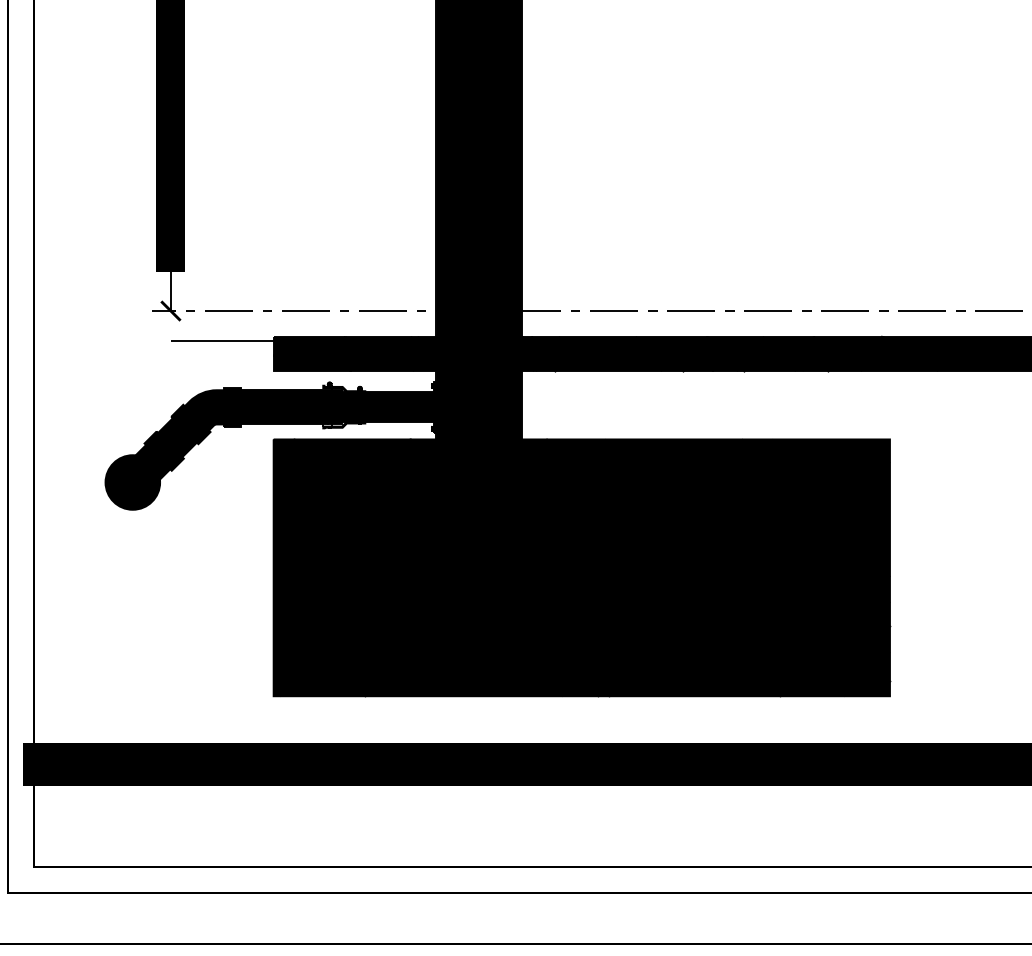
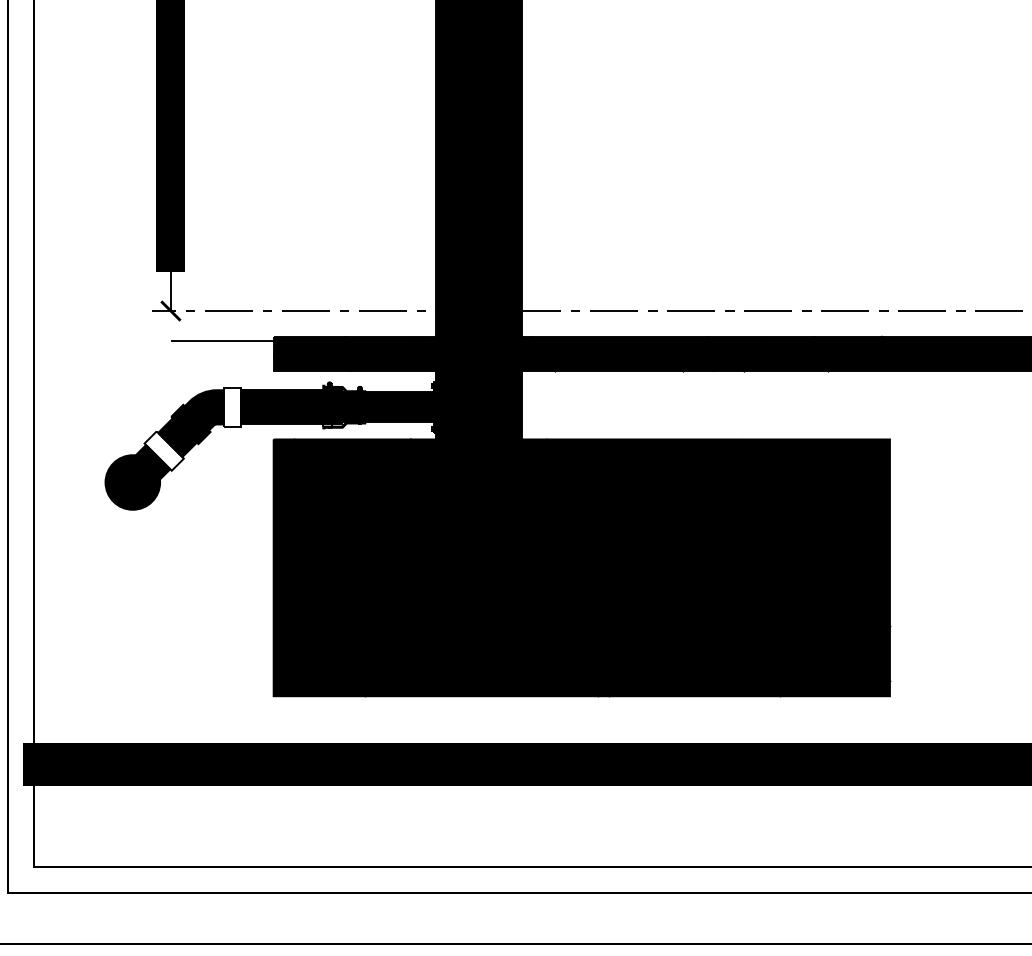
fill at (231, 407): present -> none
fill at (163, 450): present -> none
